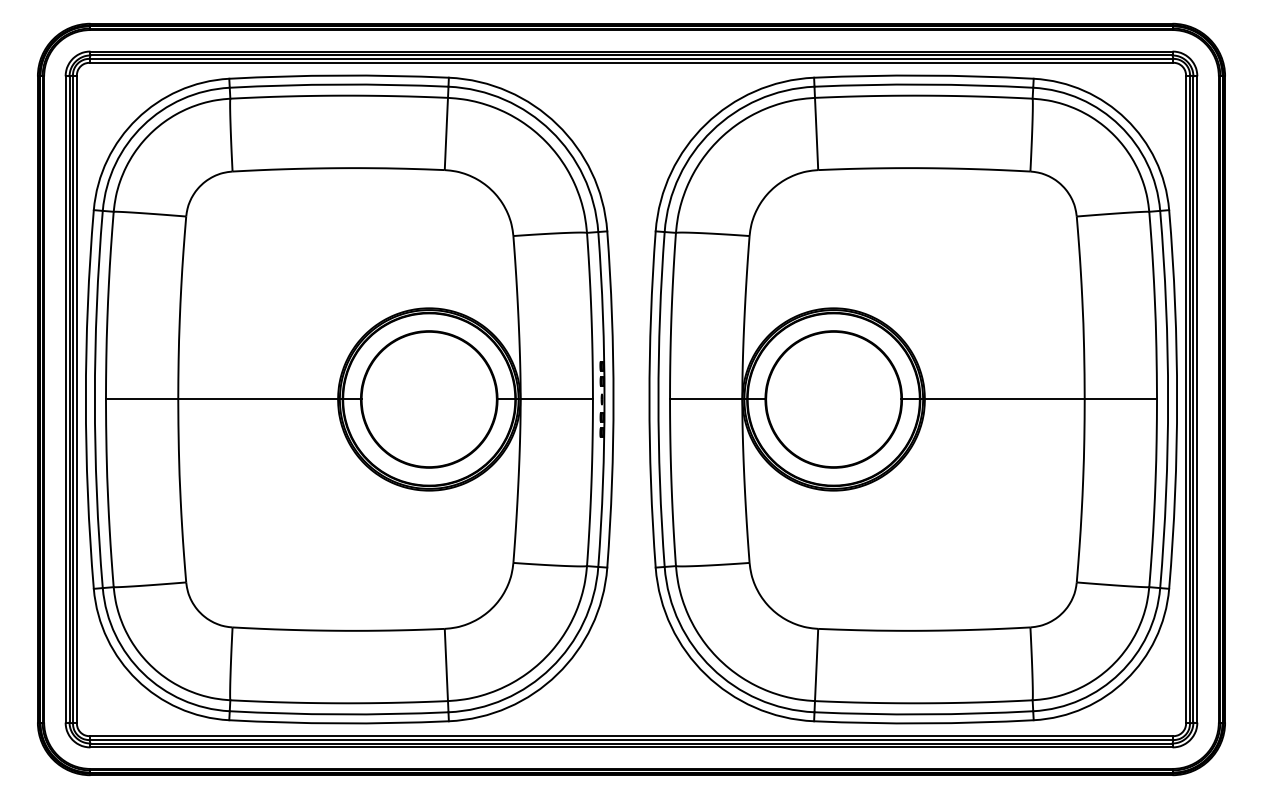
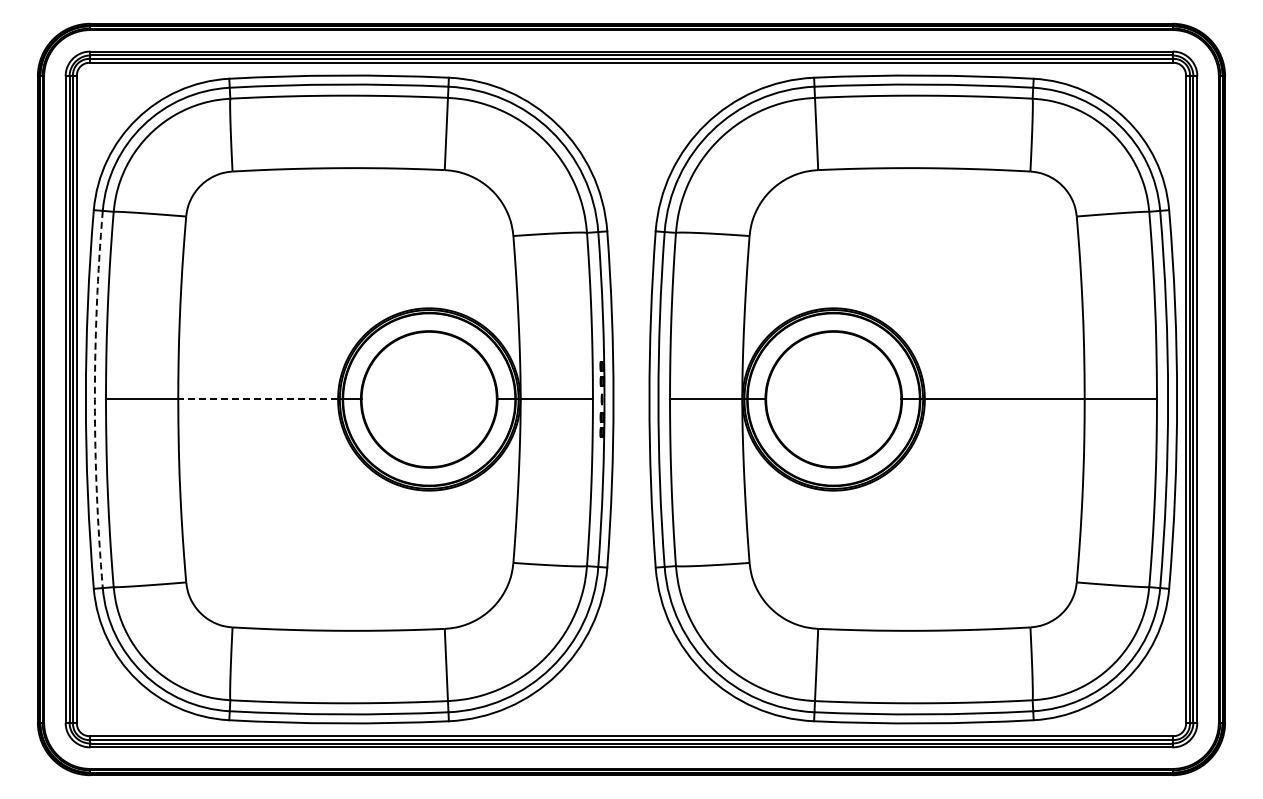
arc at (94, 399): solid -> dashed
line at (258, 399): solid -> dashed
